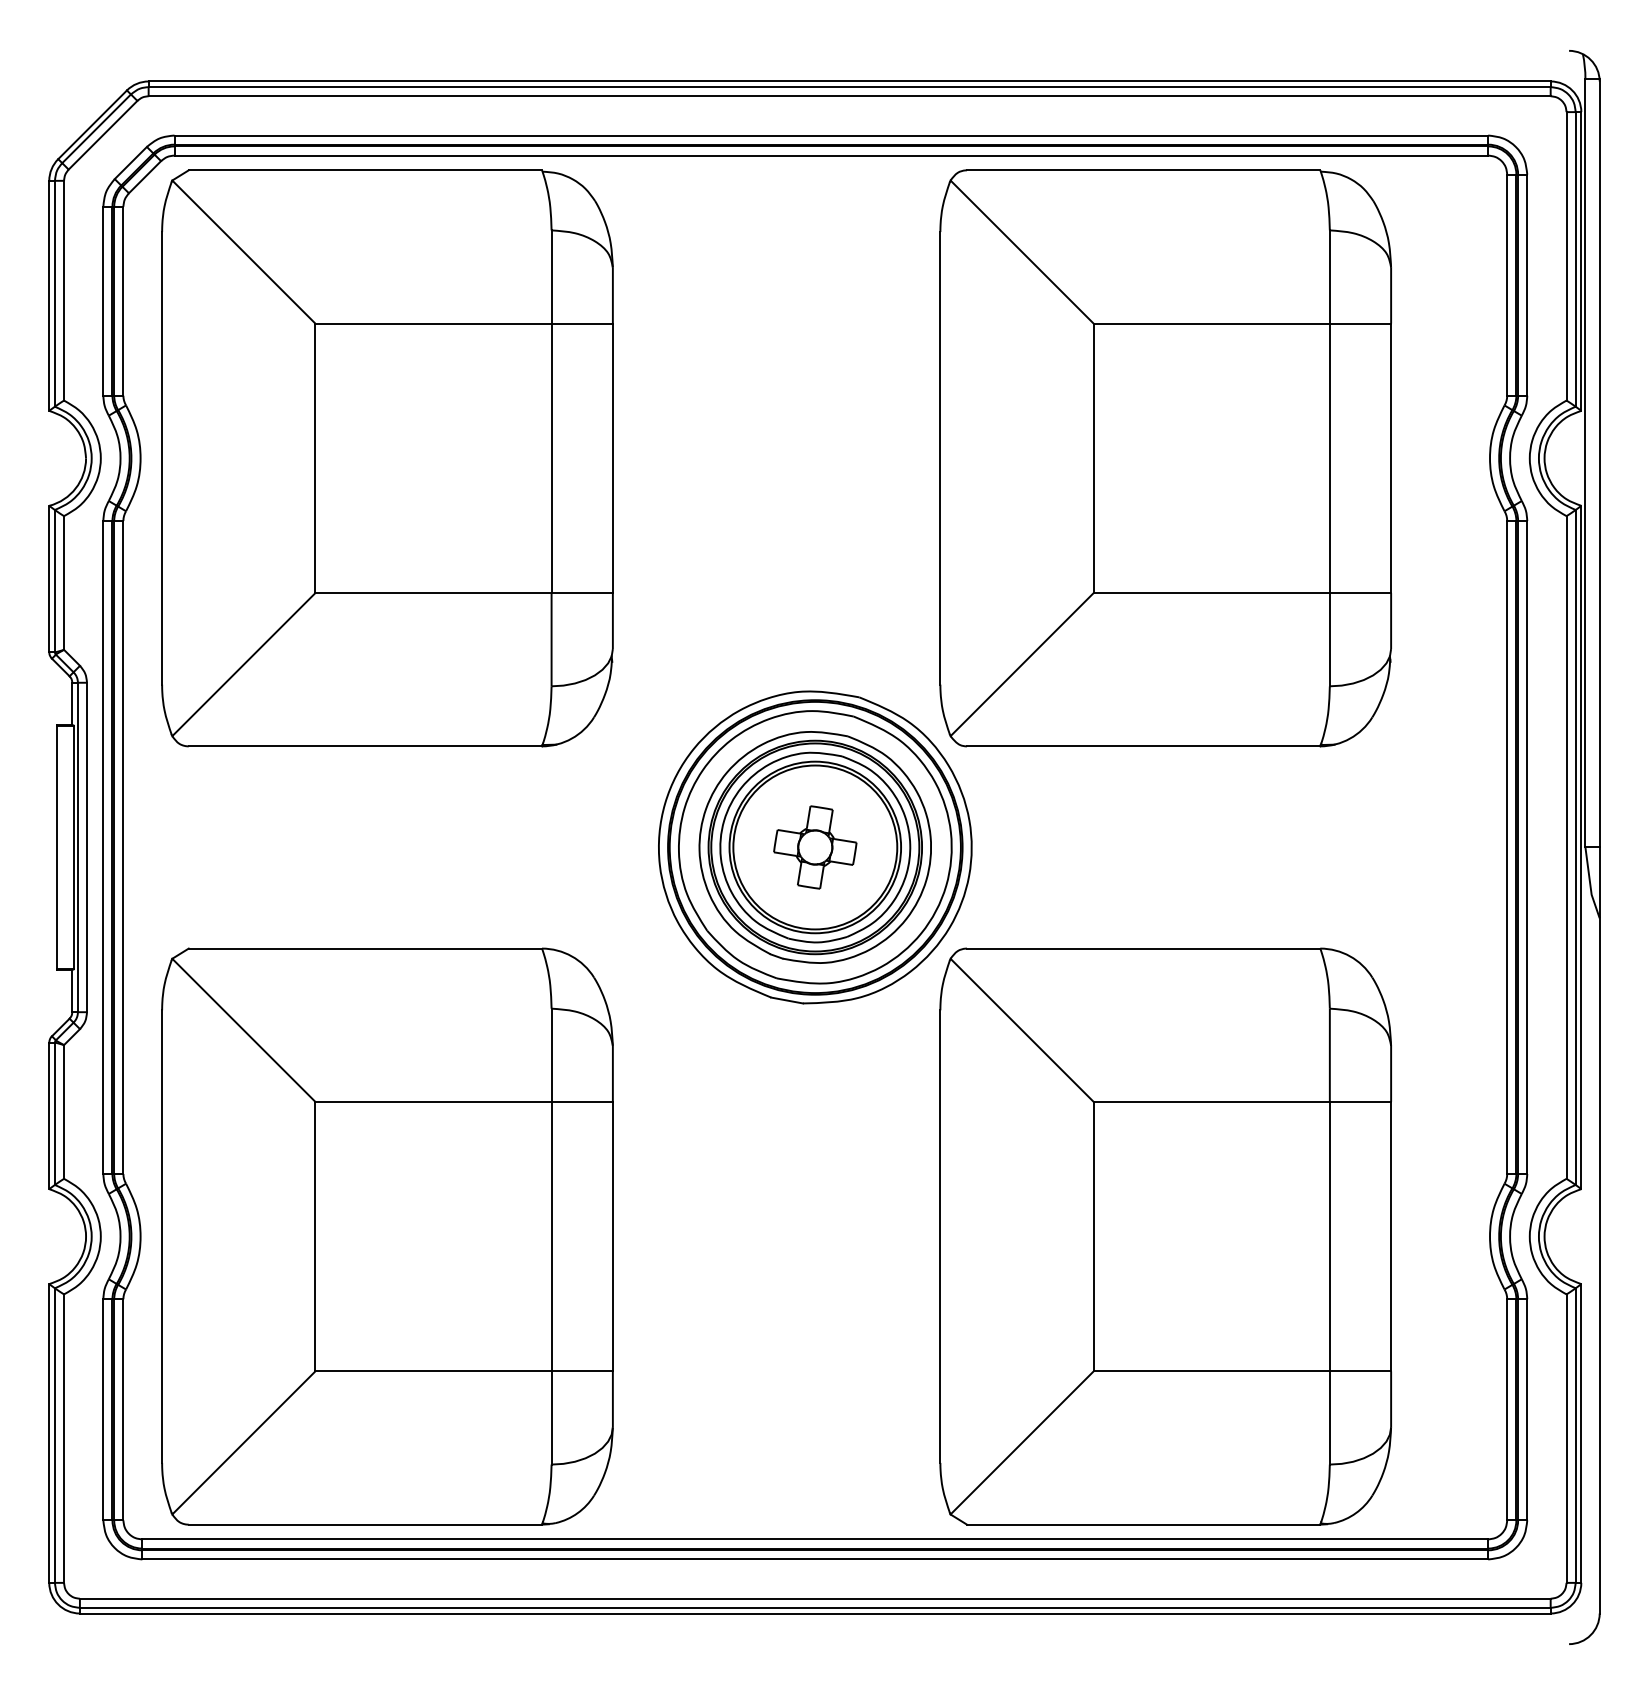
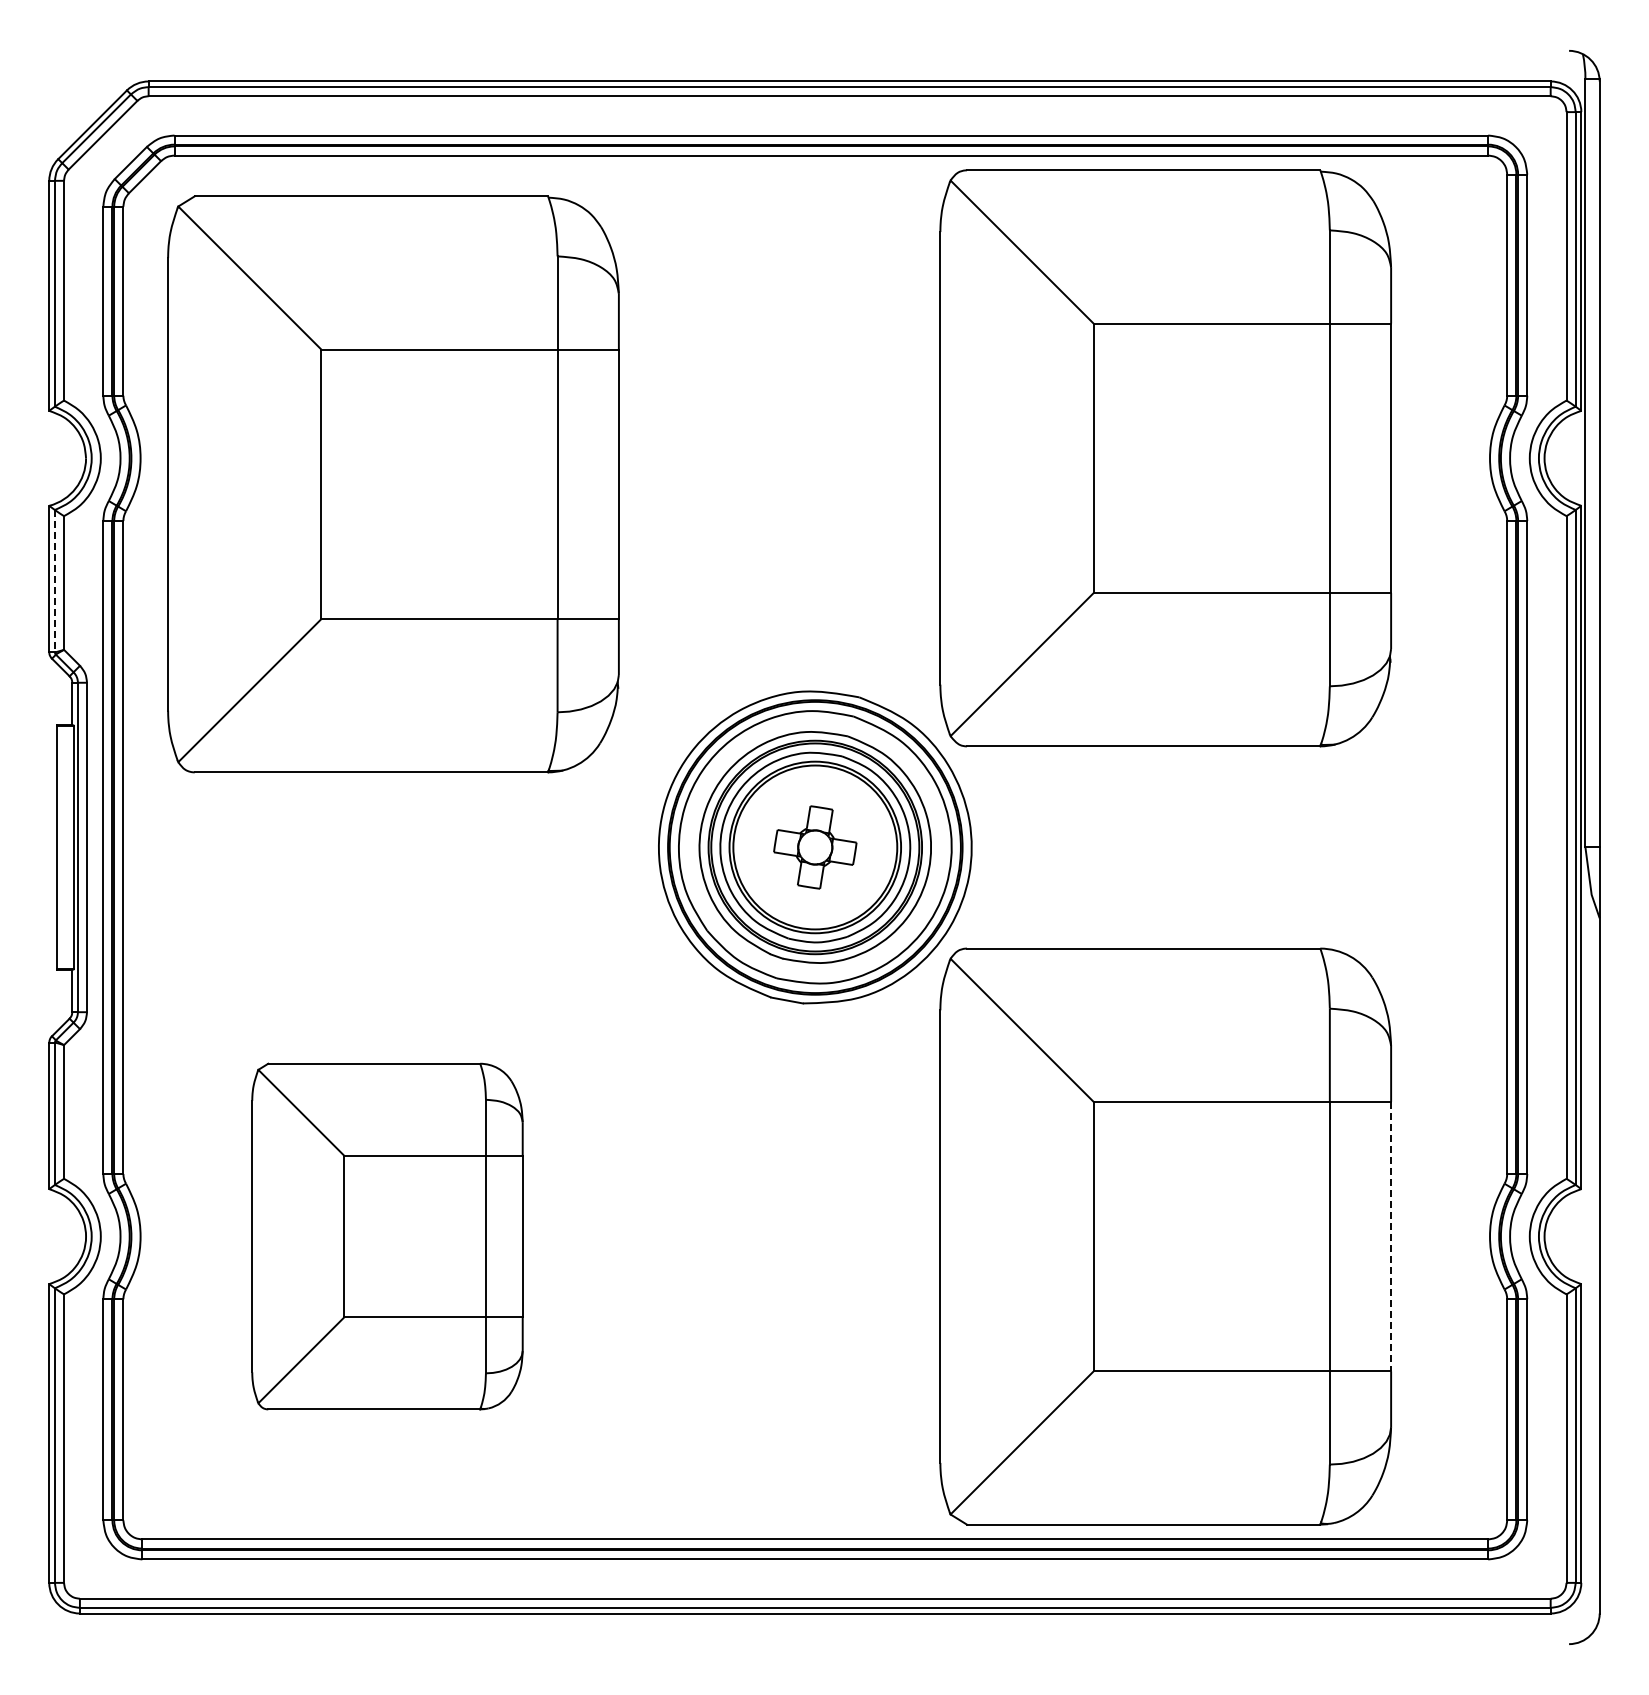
part at (387, 458) position: (387, 458) -> (393, 484)
line at (54, 581): solid -> dashed
part at (387, 1236) size: 453x579 px -> 273x349 px
line at (1391, 1236): solid -> dashed
